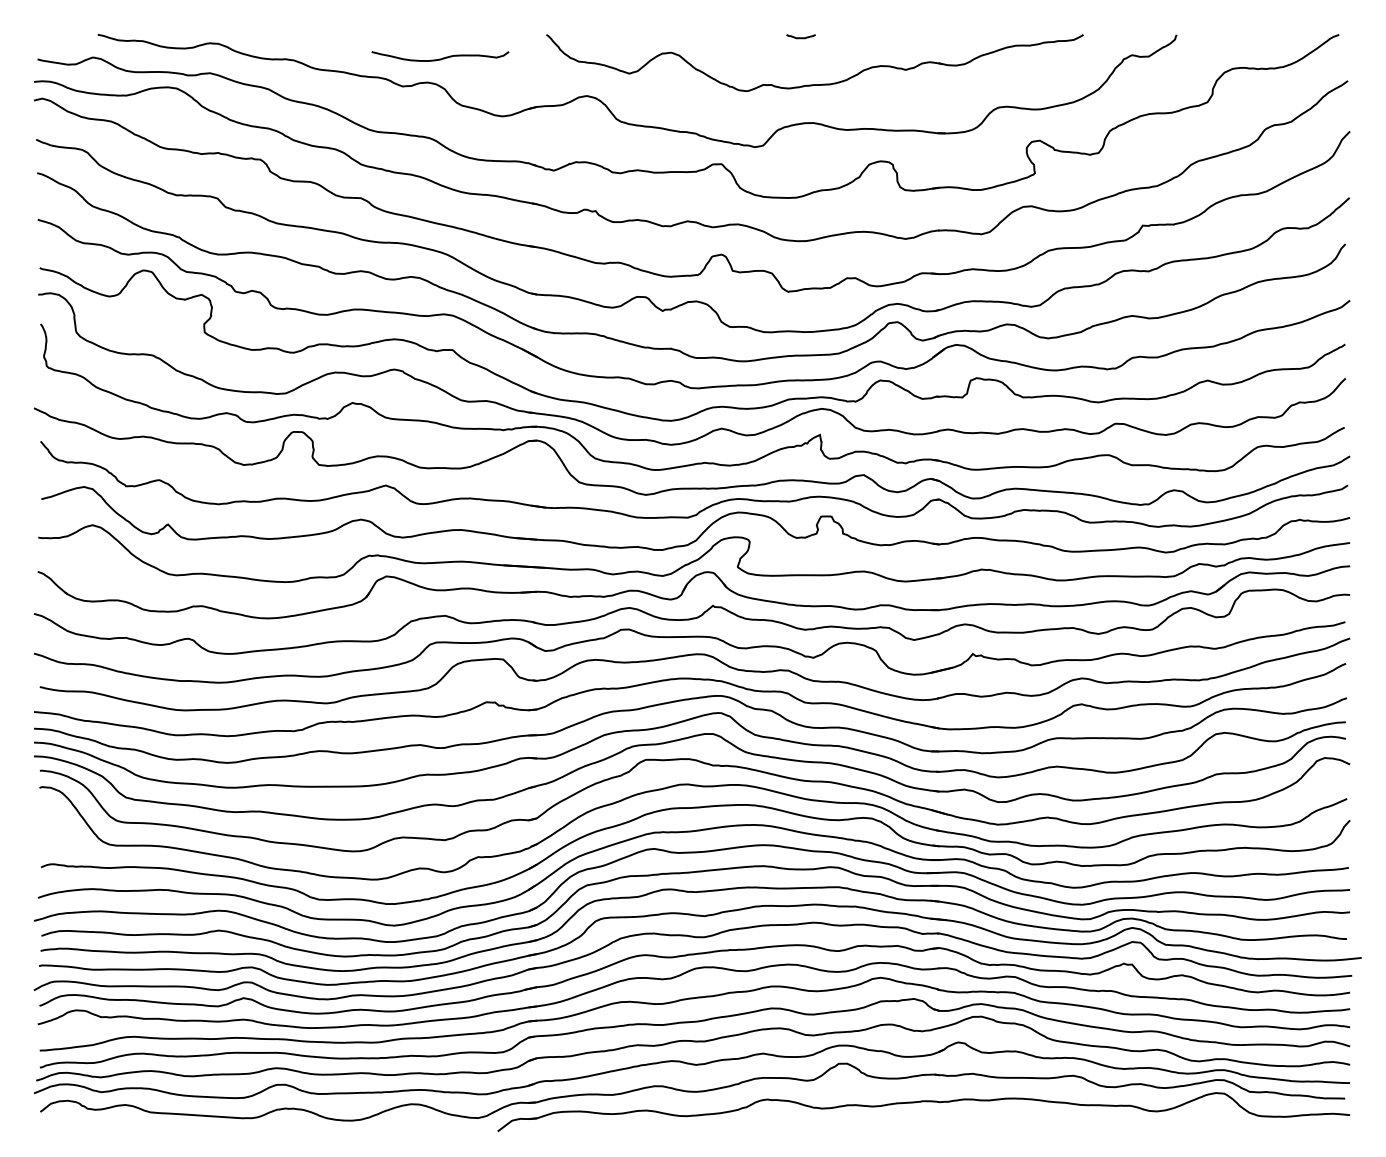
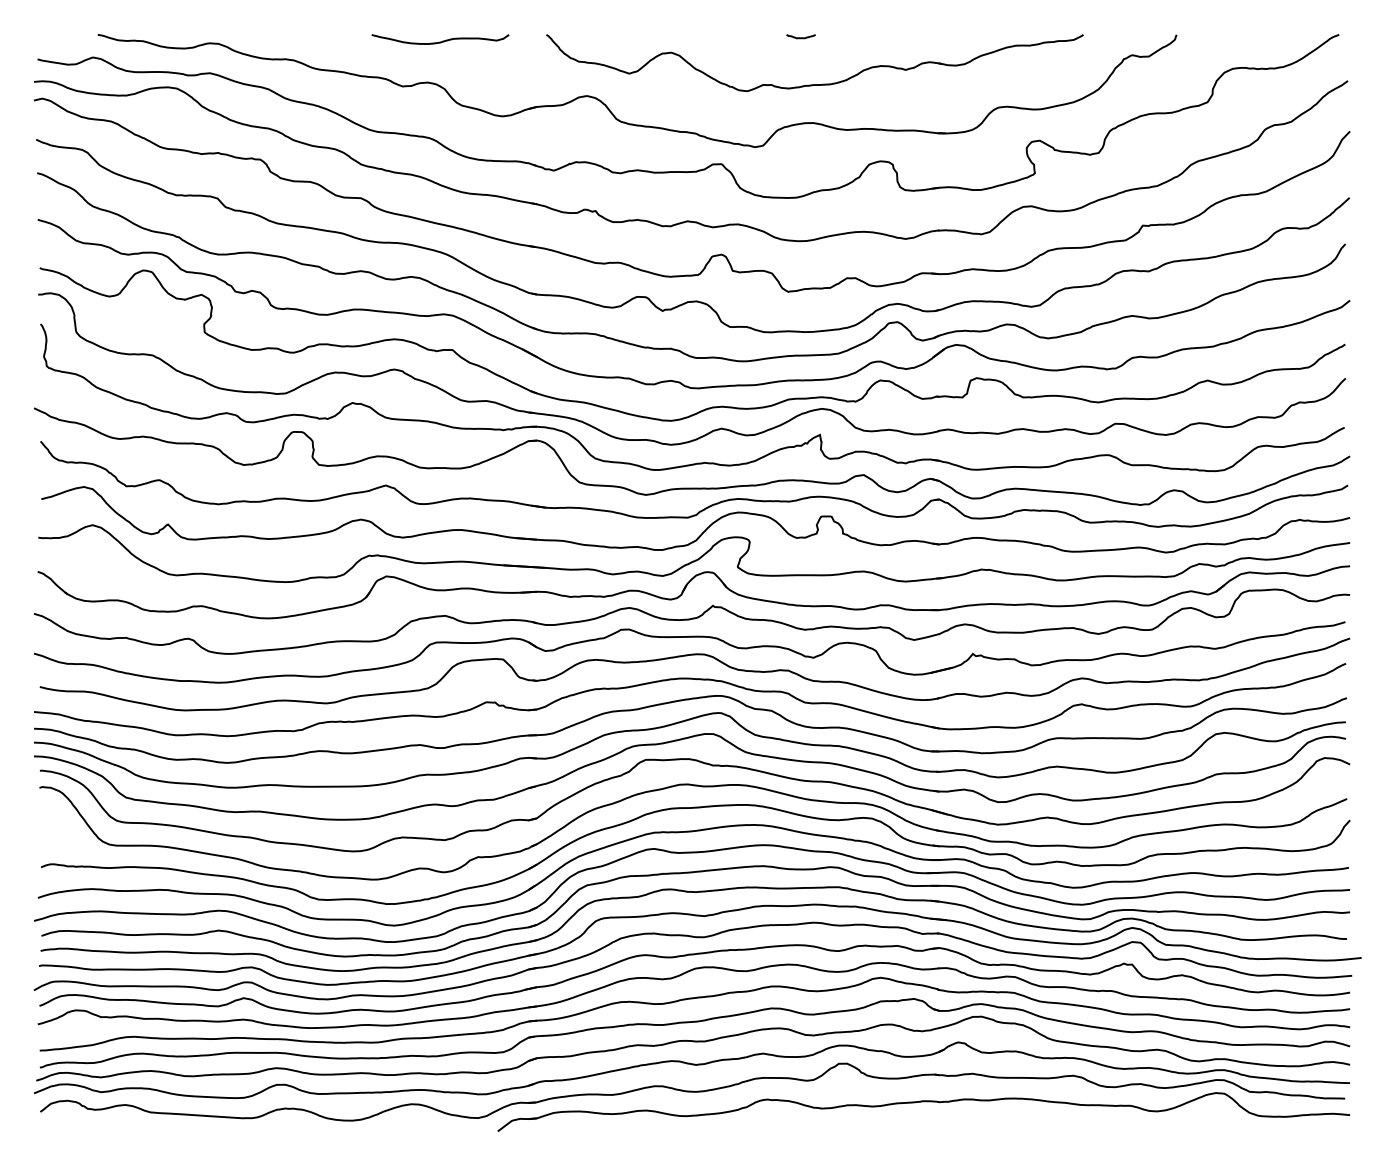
curve at (440, 58) position: (440, 58) -> (440, 41)
